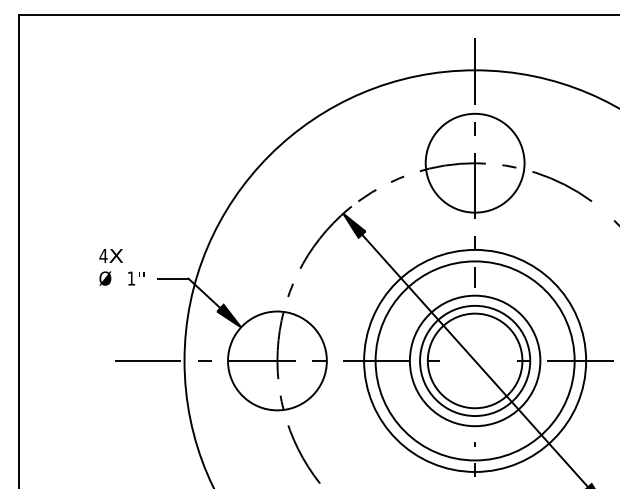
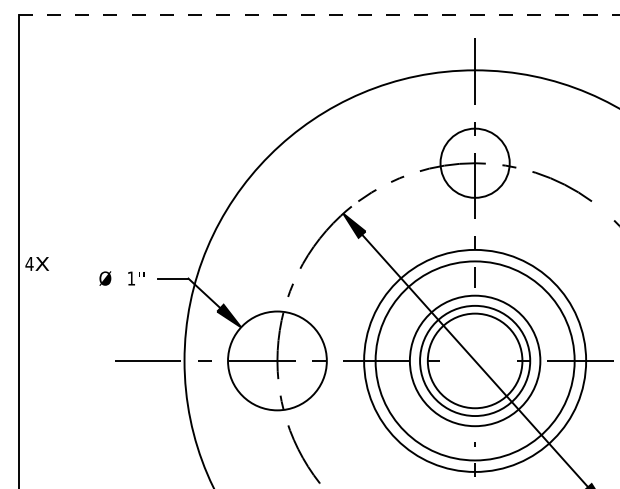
line at (319, 14): solid -> dashed
circle at (474, 162) diameter: 99 px -> 69 px
text at (110, 255) position: (110, 255) -> (36, 263)
